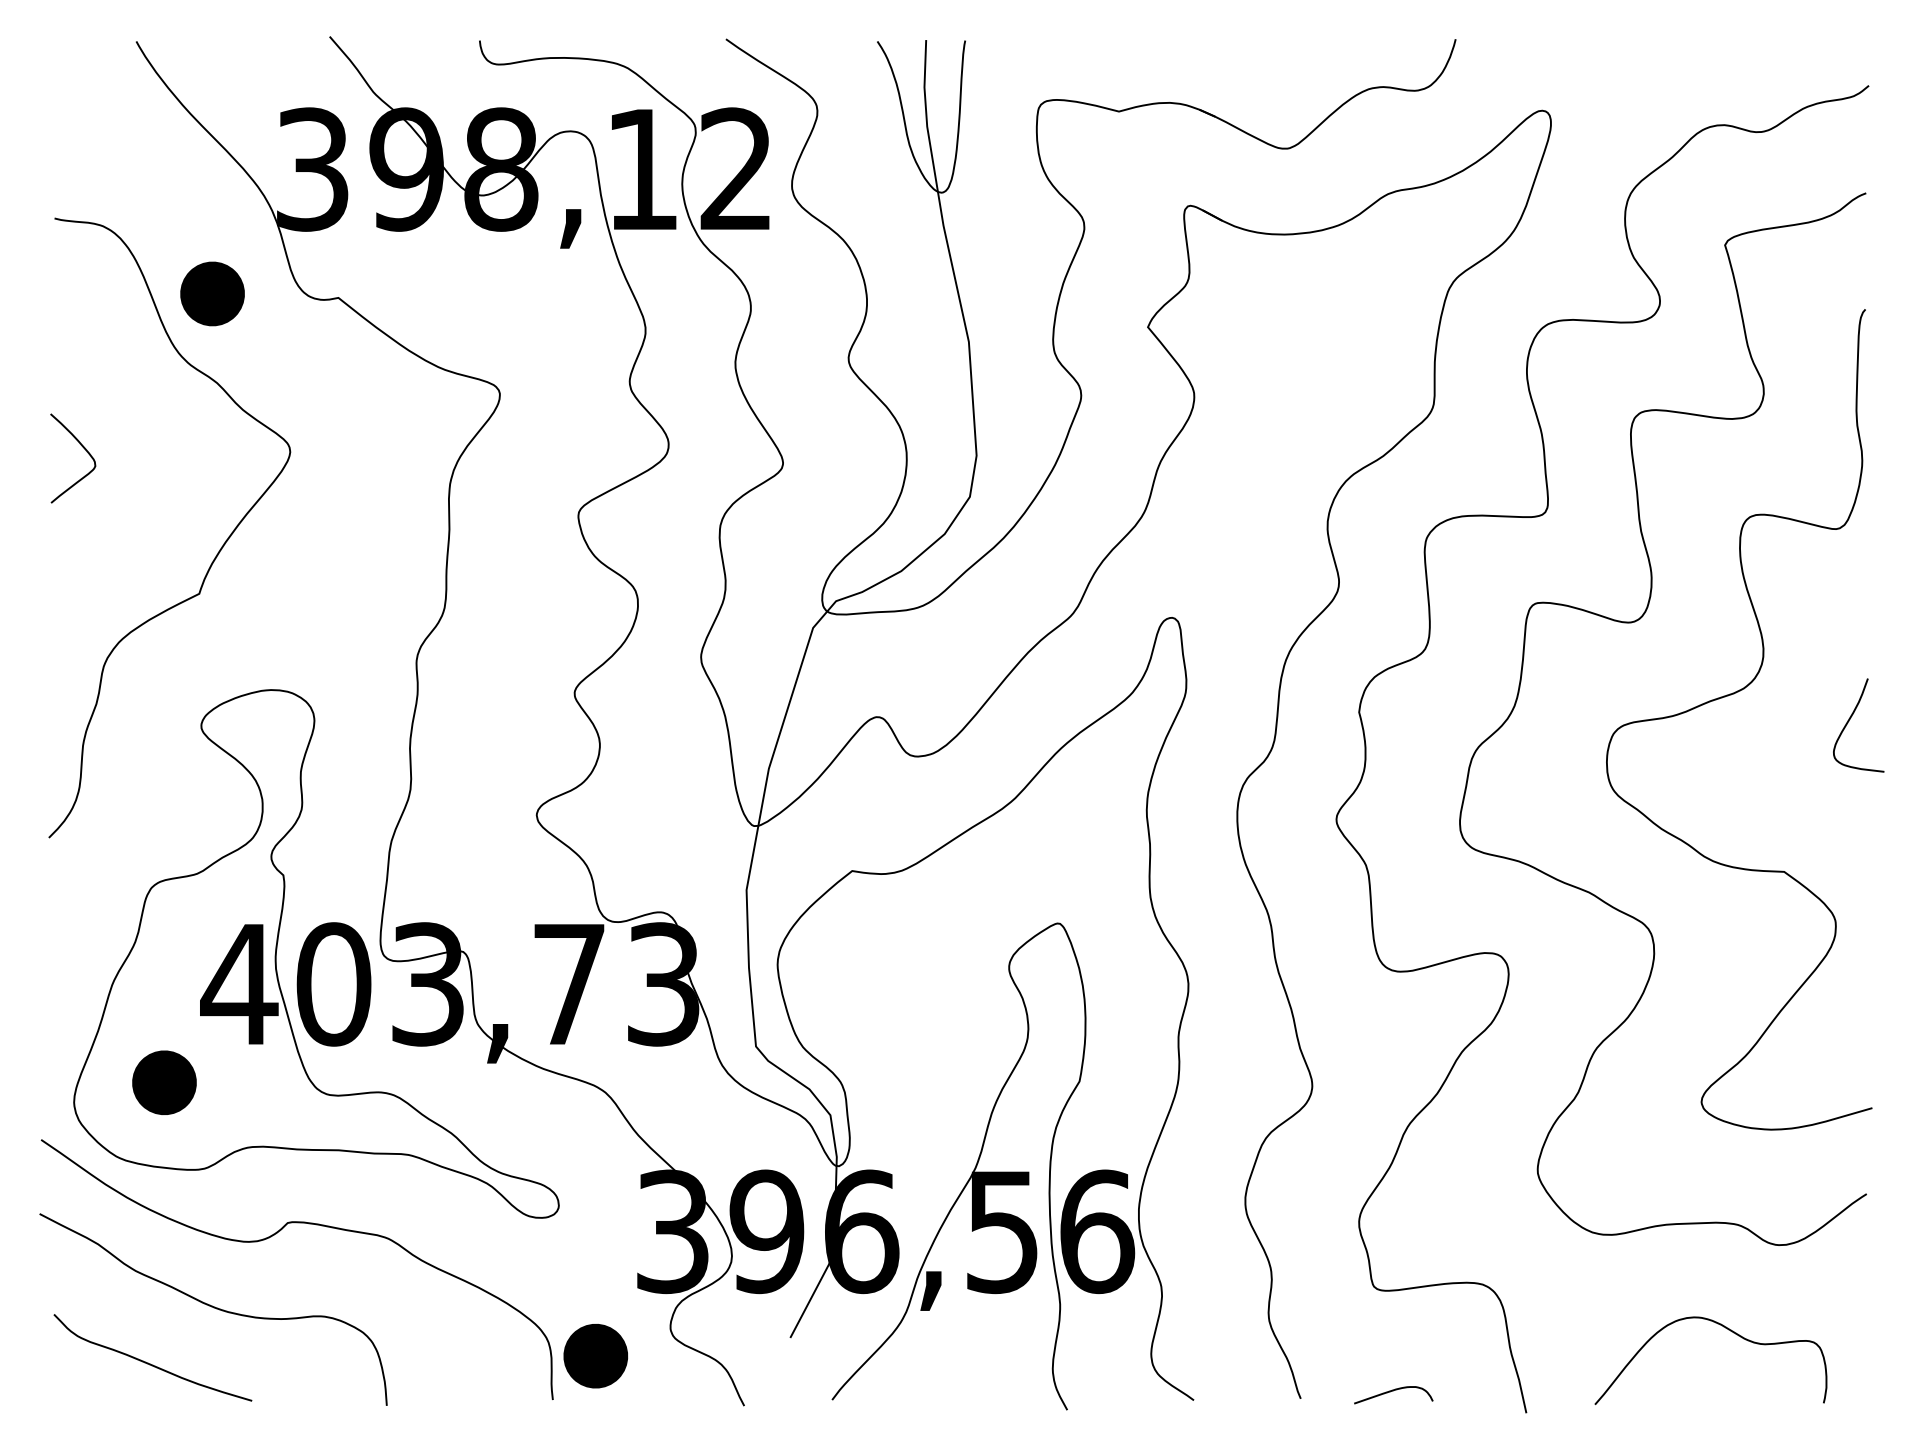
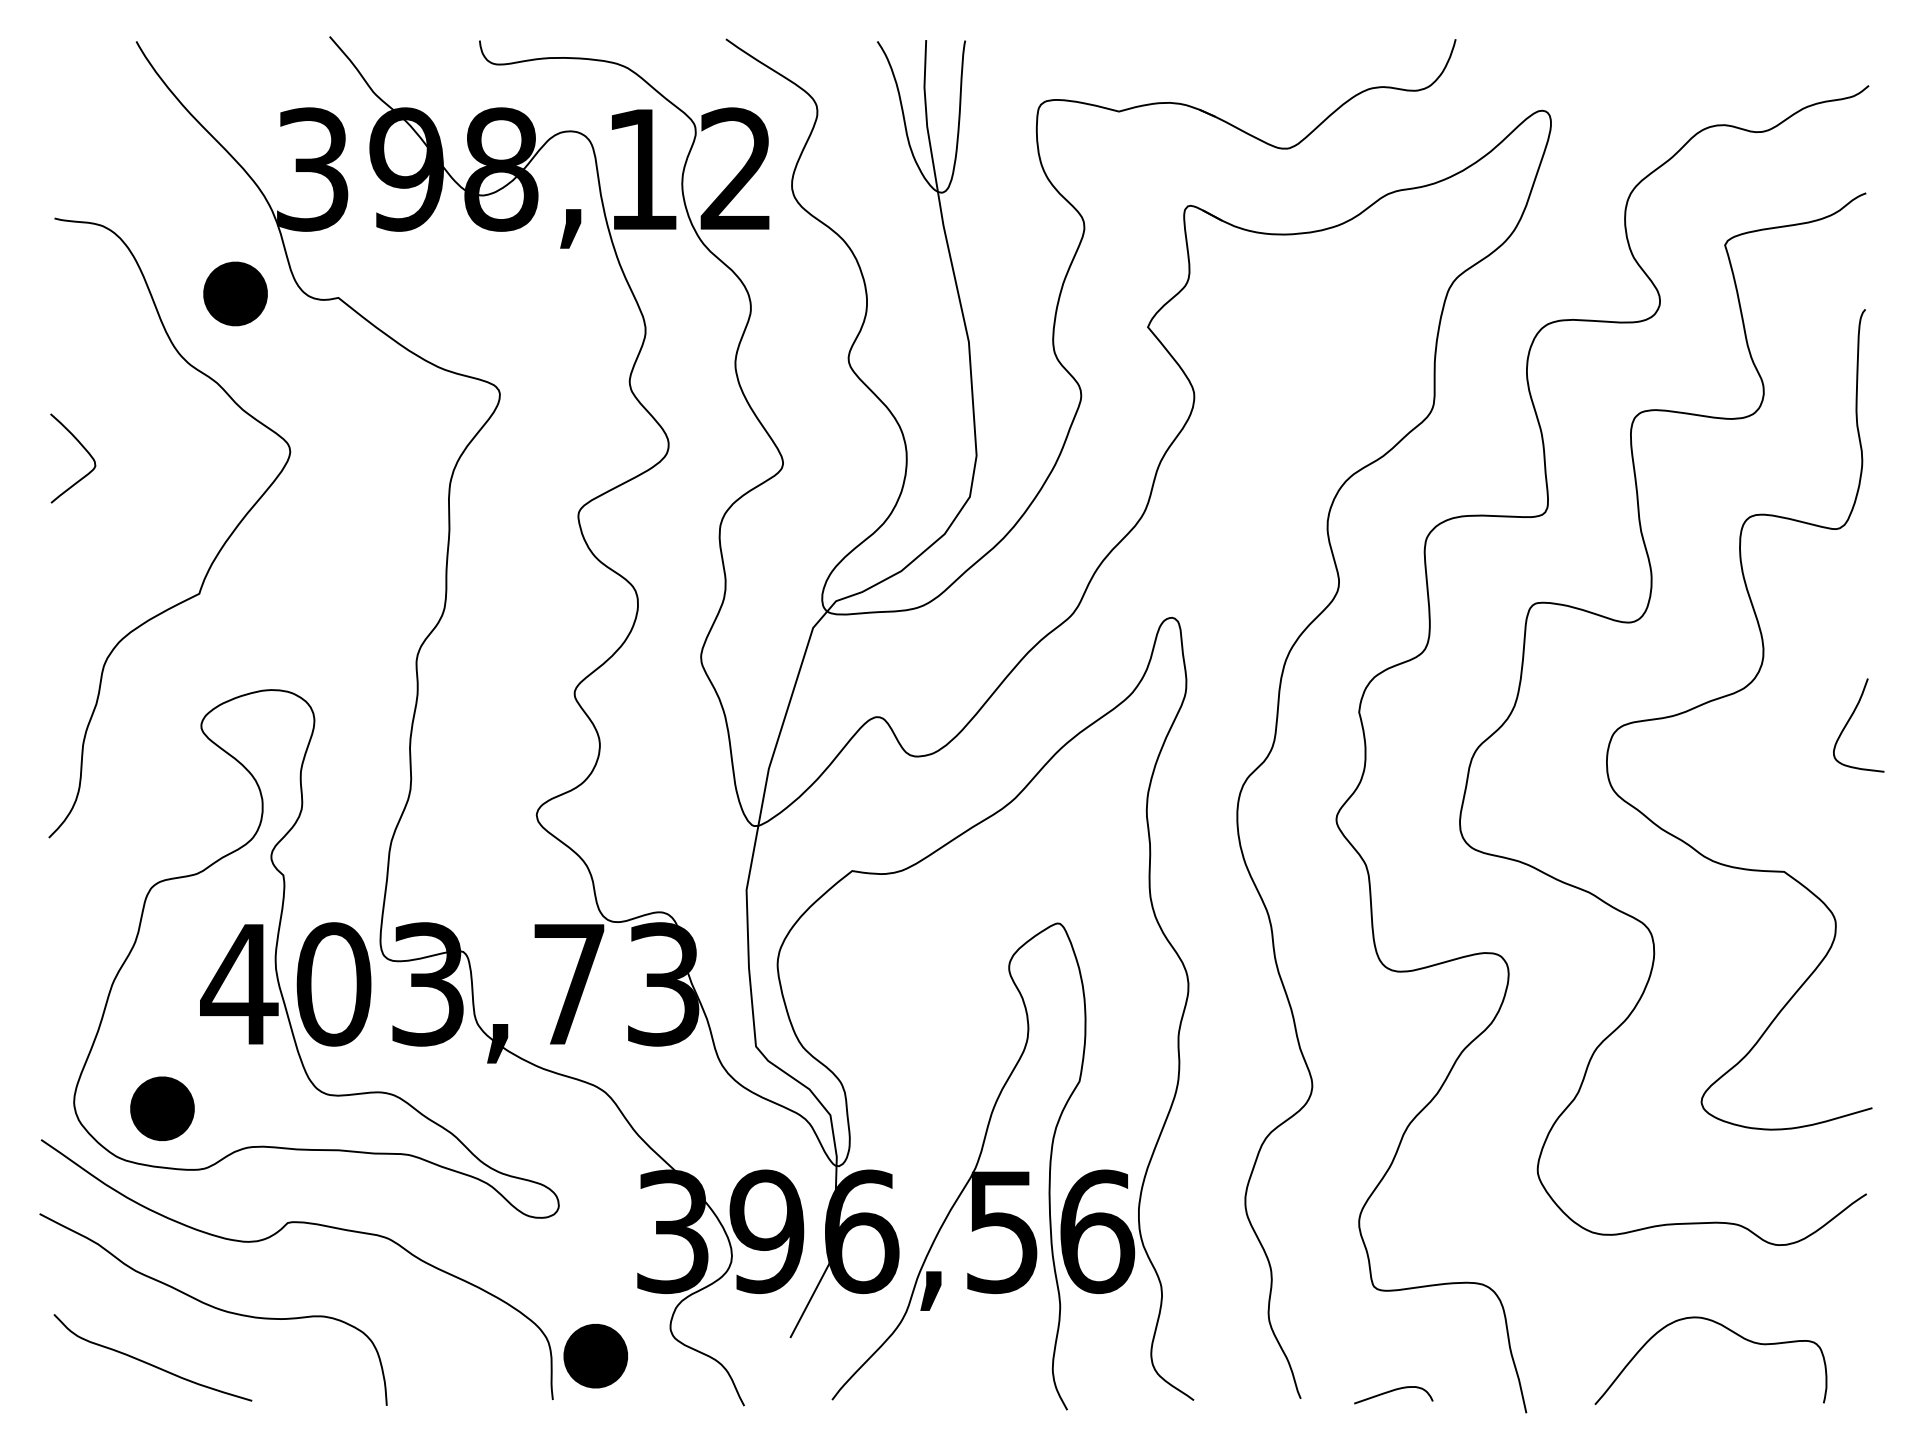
part at (212, 293) position: (212, 293) -> (235, 293)
part at (164, 1082) position: (164, 1082) -> (162, 1108)
